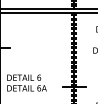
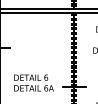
text at (26, 82) position: (26, 82) -> (33, 82)
